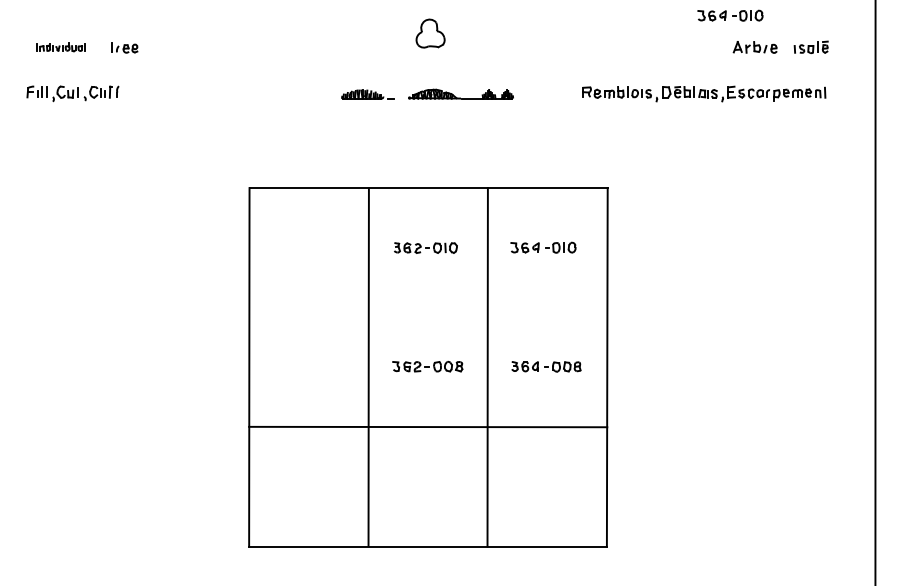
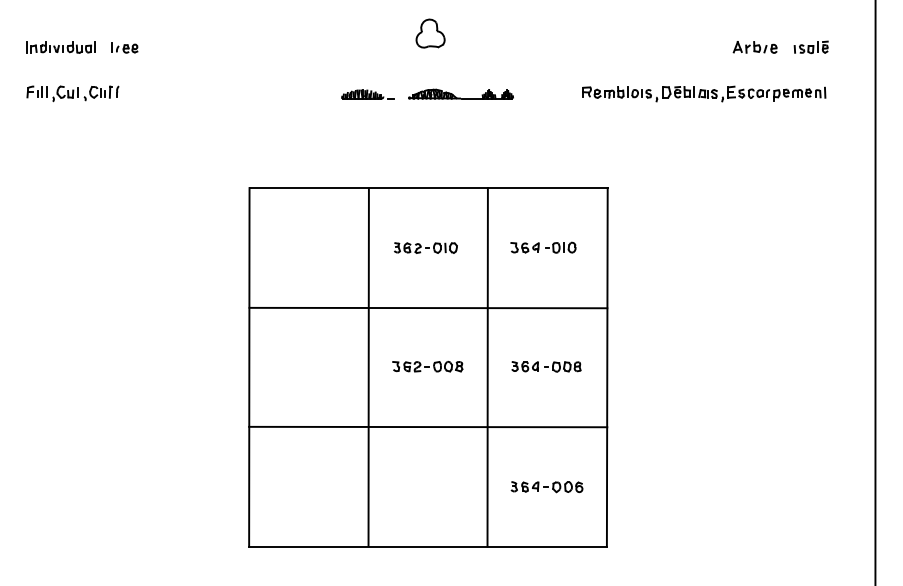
part at (730, 15): present -> none
part at (60, 47) size: 50x11 px -> 70x13 px
line at (428, 307): none -> present
part at (546, 487): none -> present
